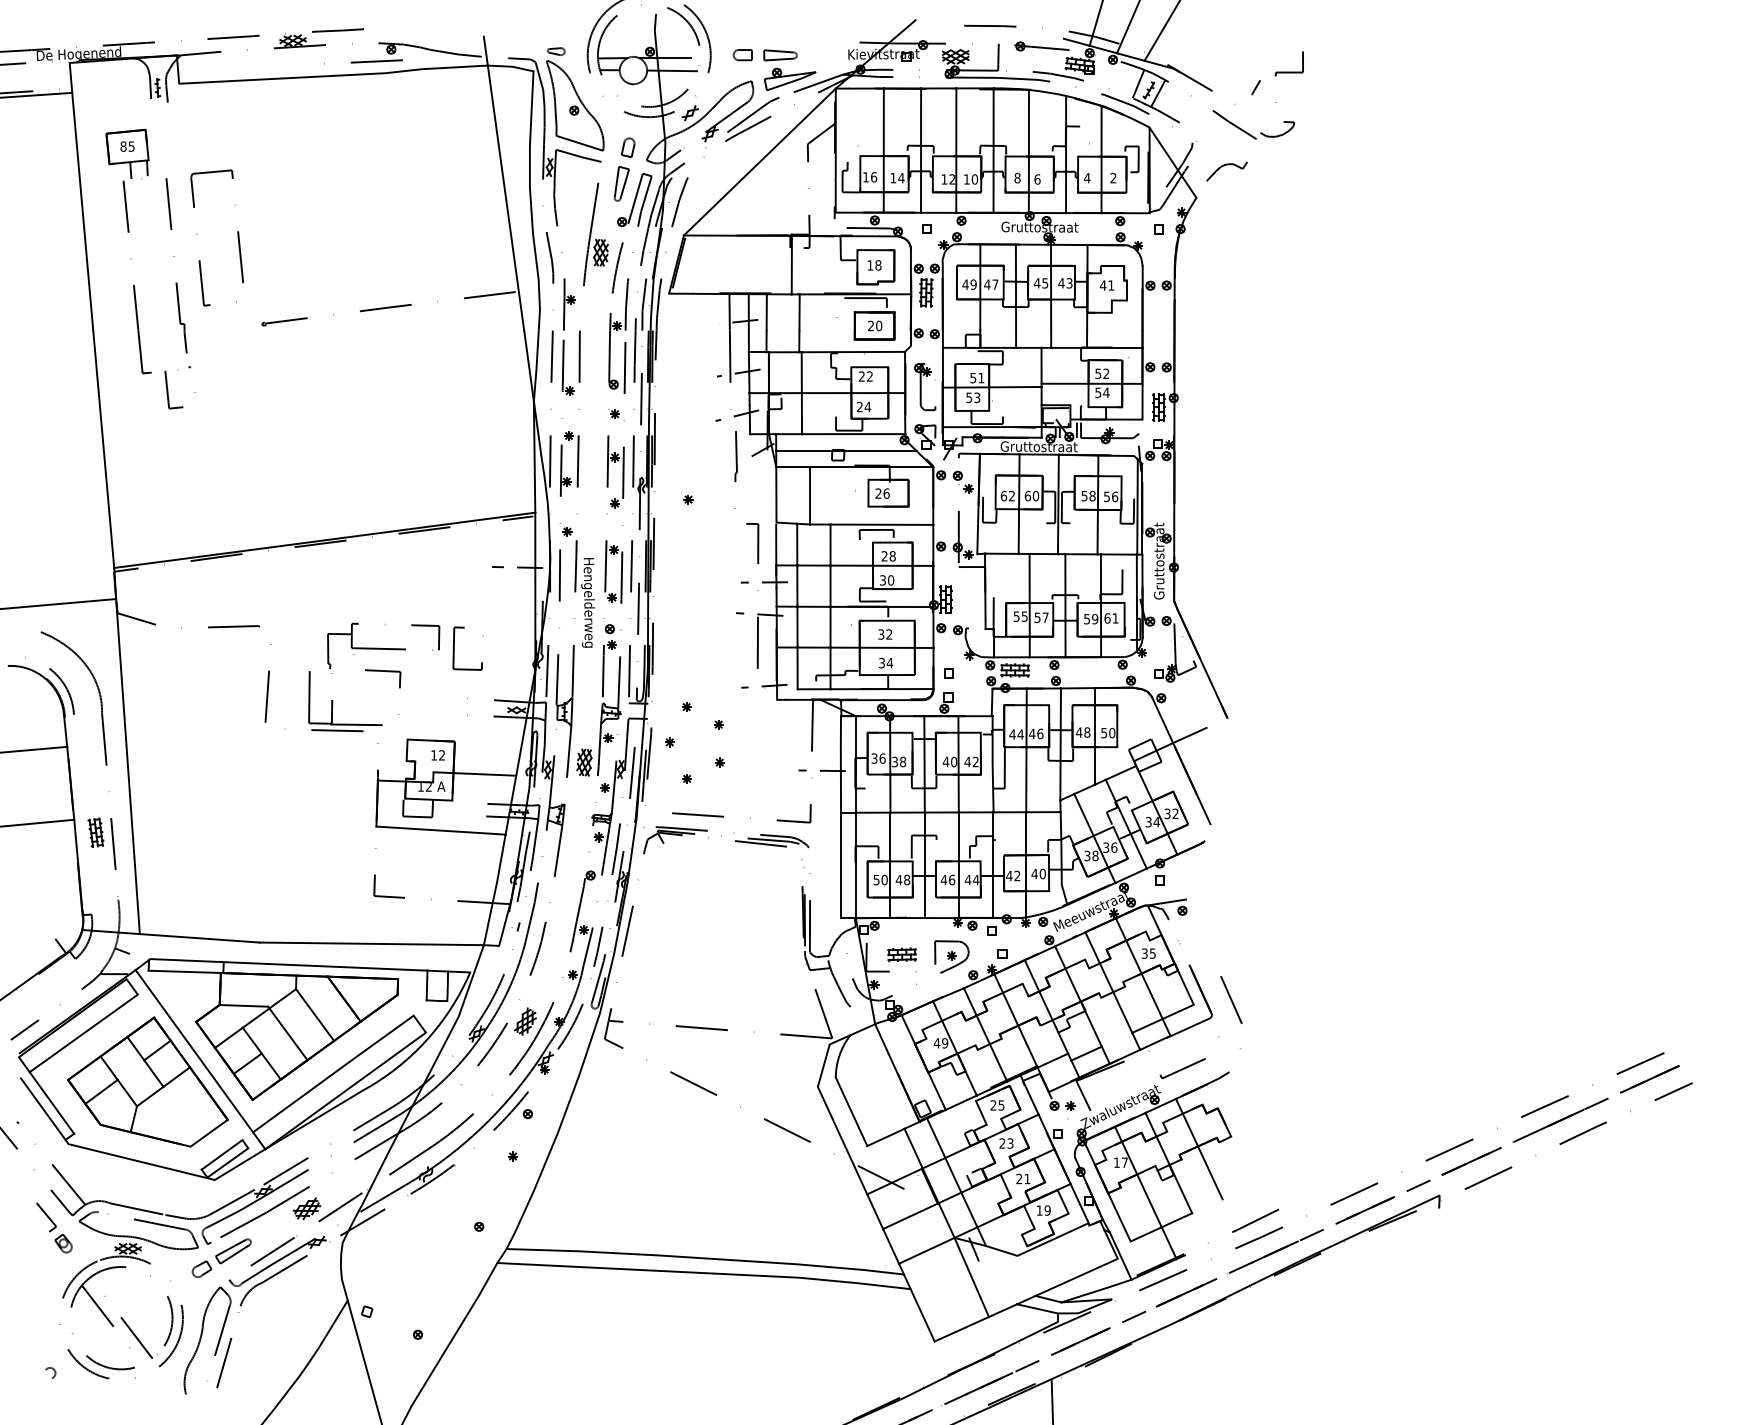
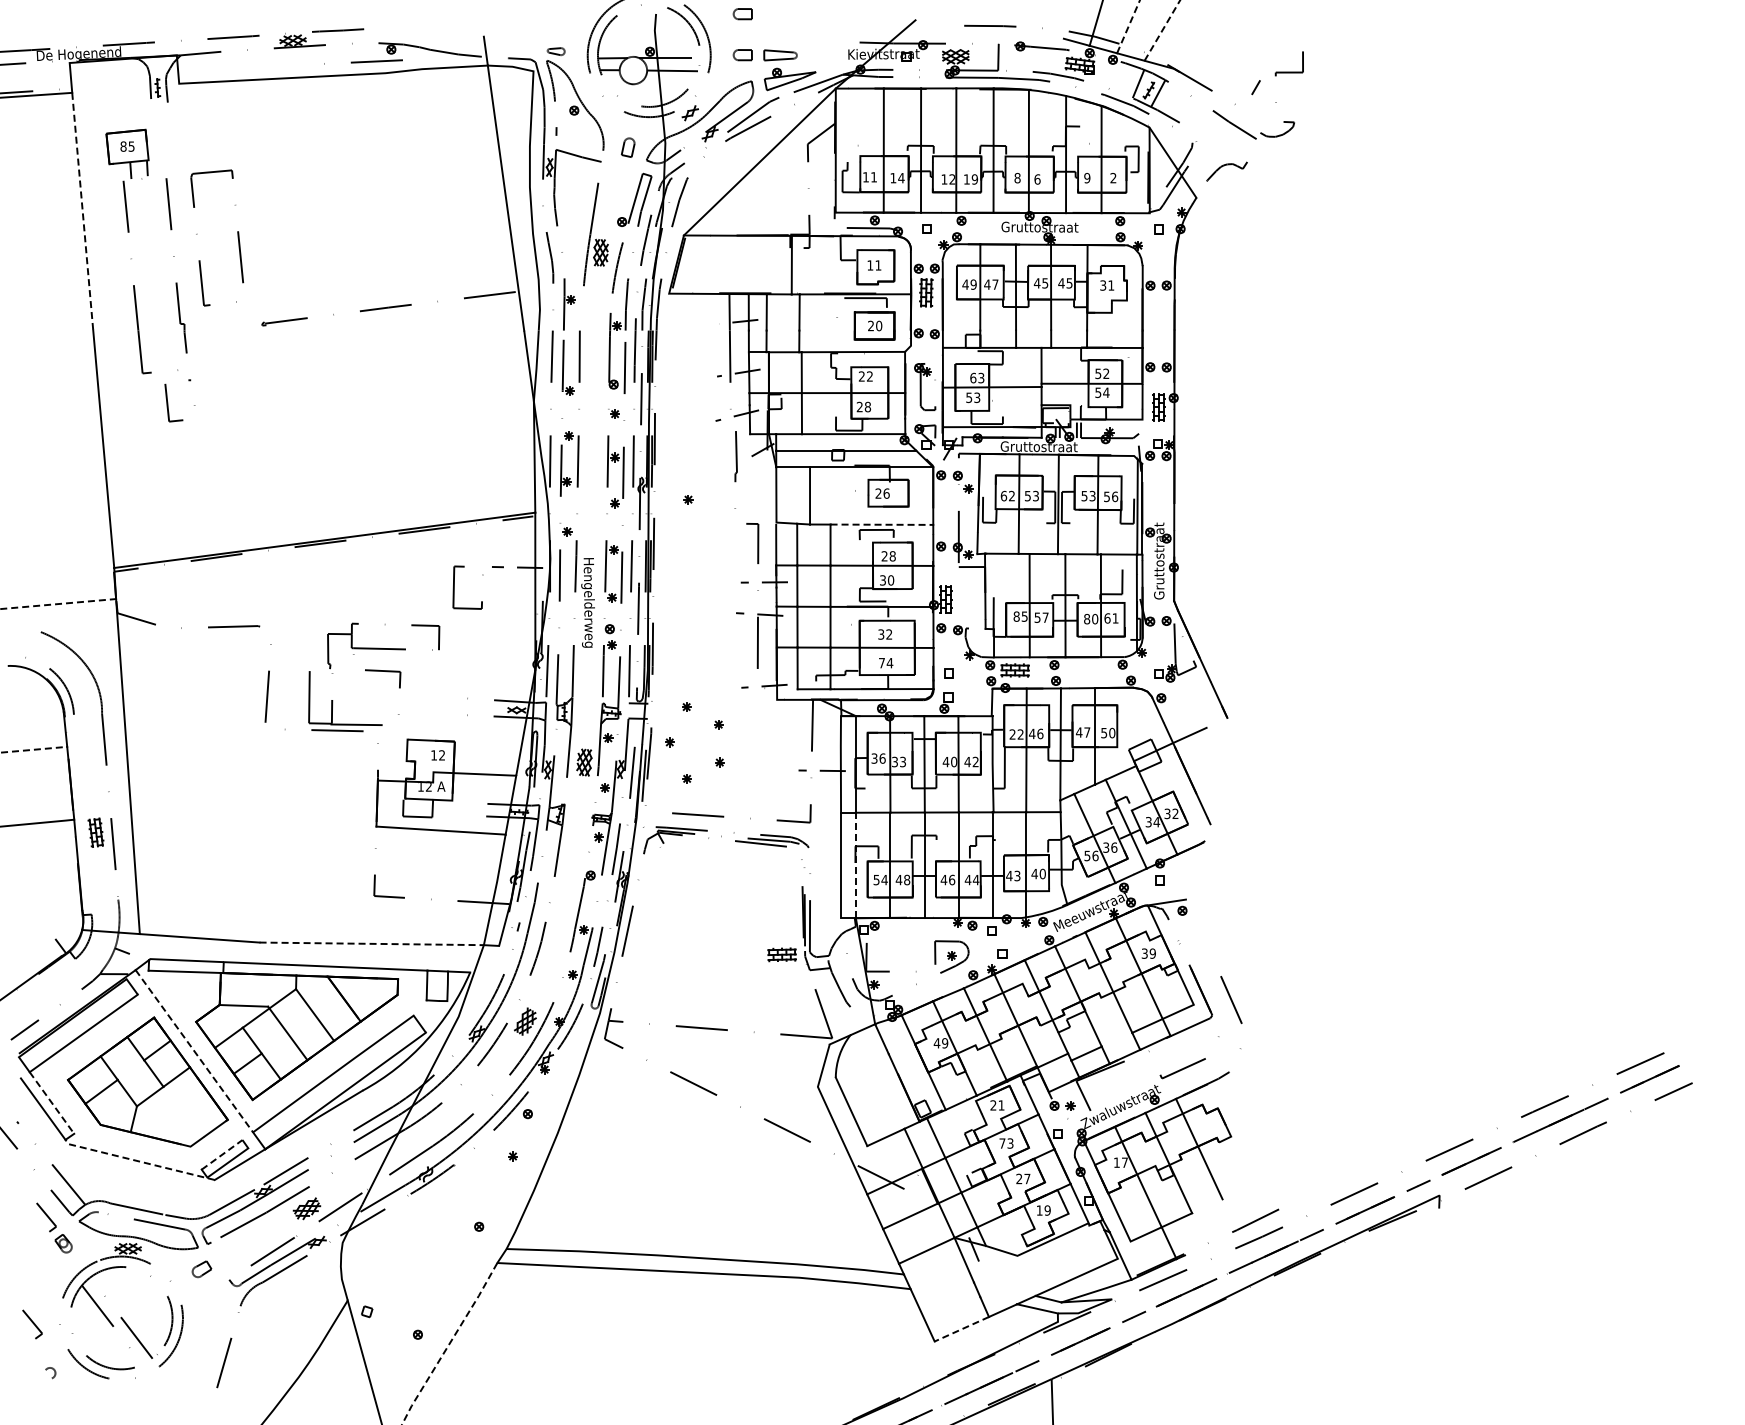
part at (742, 14): none -> present
line at (1128, 26): solid -> dashed
line at (1162, 30): solid -> dashed
line at (555, 114): present -> none
line at (579, 142): present -> none
text at (874, 177): 16 -> 11
text at (1087, 177): 4 -> 9
text at (974, 179): 10 -> 19
part at (621, 183): present -> none
line at (654, 202): present -> none
line at (82, 212): solid -> dashed
text at (878, 265): 18 -> 11
text at (1069, 282): 43 -> 45
text at (1102, 285): 41 -> 31
text at (977, 377): 51 -> 63
line at (168, 389) position: (168, 389) -> (168, 402)
text at (867, 406): 24 -> 28
text at (1031, 495): 60 -> 53
text at (1092, 496): 58 -> 53
line at (882, 524): solid -> dashed
line at (58, 604): solid -> dashed
text at (1016, 616): 55 -> 85
text at (1091, 619): 59 -> 80
part at (454, 648) position: (454, 648) -> (454, 587)
text at (881, 662): 34 -> 74
text at (1087, 732): 48 -> 47
text at (1016, 734): 44 -> 22
line at (34, 749): solid -> dashed
text at (903, 761): 38 -> 33
text at (1091, 855): 38 -> 56
line at (855, 865): solid -> dashed
text at (1017, 876): 42 -> 43
text at (884, 879): 50 -> 54
line at (372, 943): solid -> dashed
text at (1152, 953): 35 -> 39
part at (901, 954) position: (901, 954) -> (781, 954)
line at (194, 1051): solid -> dashed
line at (52, 1103): solid -> dashed
text at (1001, 1105): 25 -> 21
text at (1002, 1143): 23 -> 73
line at (222, 1154): solid -> dashed
line at (138, 1161): solid -> dashed
text at (1027, 1178): 21 -> 27
part at (233, 1251): present -> none
part at (32, 1324): none -> present
line at (961, 1329): solid -> dashed
part at (201, 1339): present -> none
line at (449, 1343): solid -> dashed
